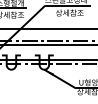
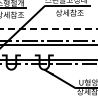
line at (49, 28): solid -> dashed
